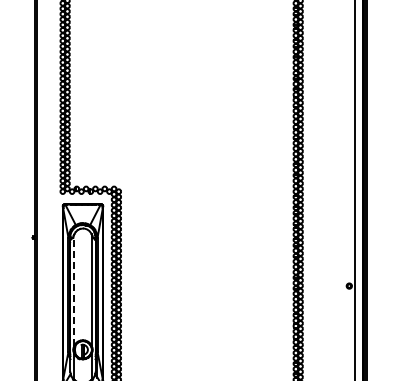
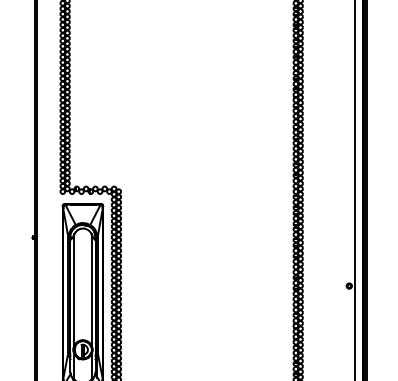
line at (74, 290): dashed -> solid
